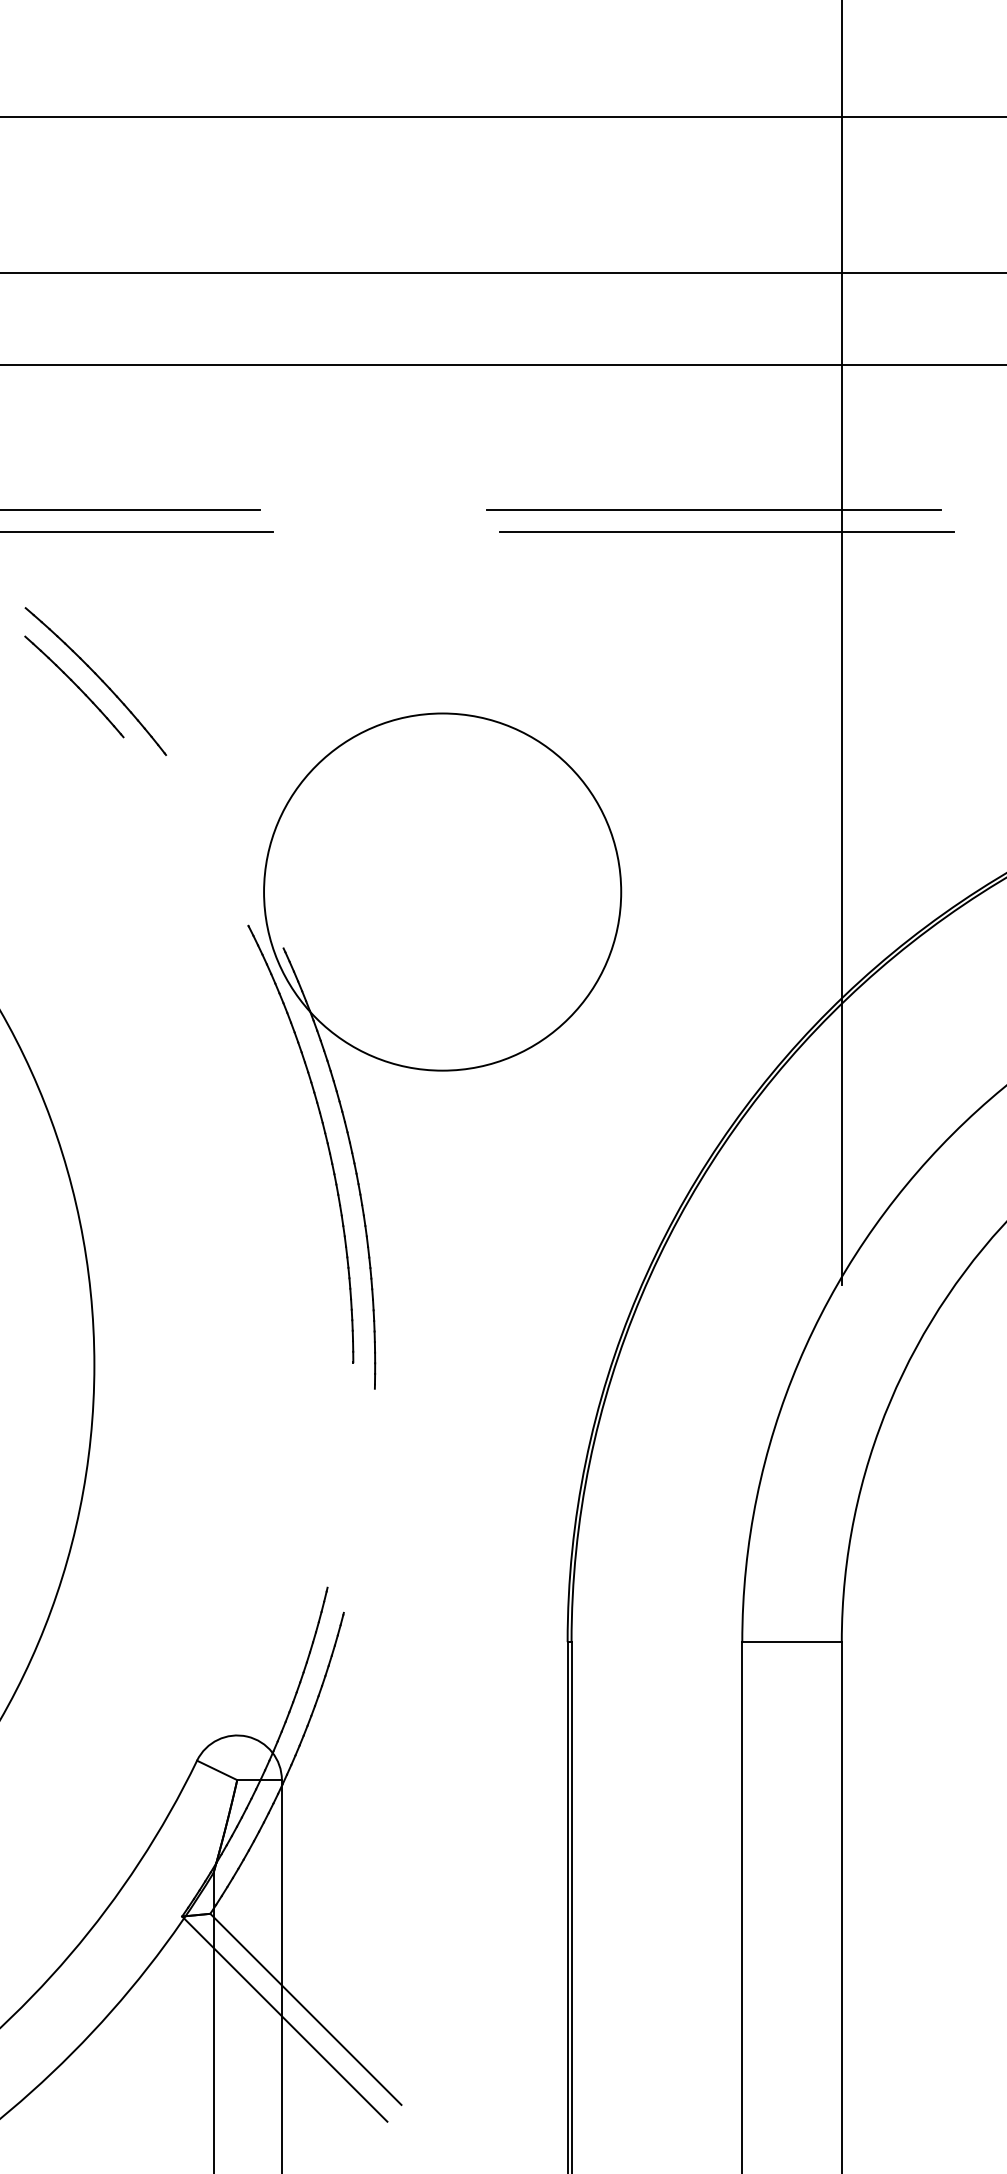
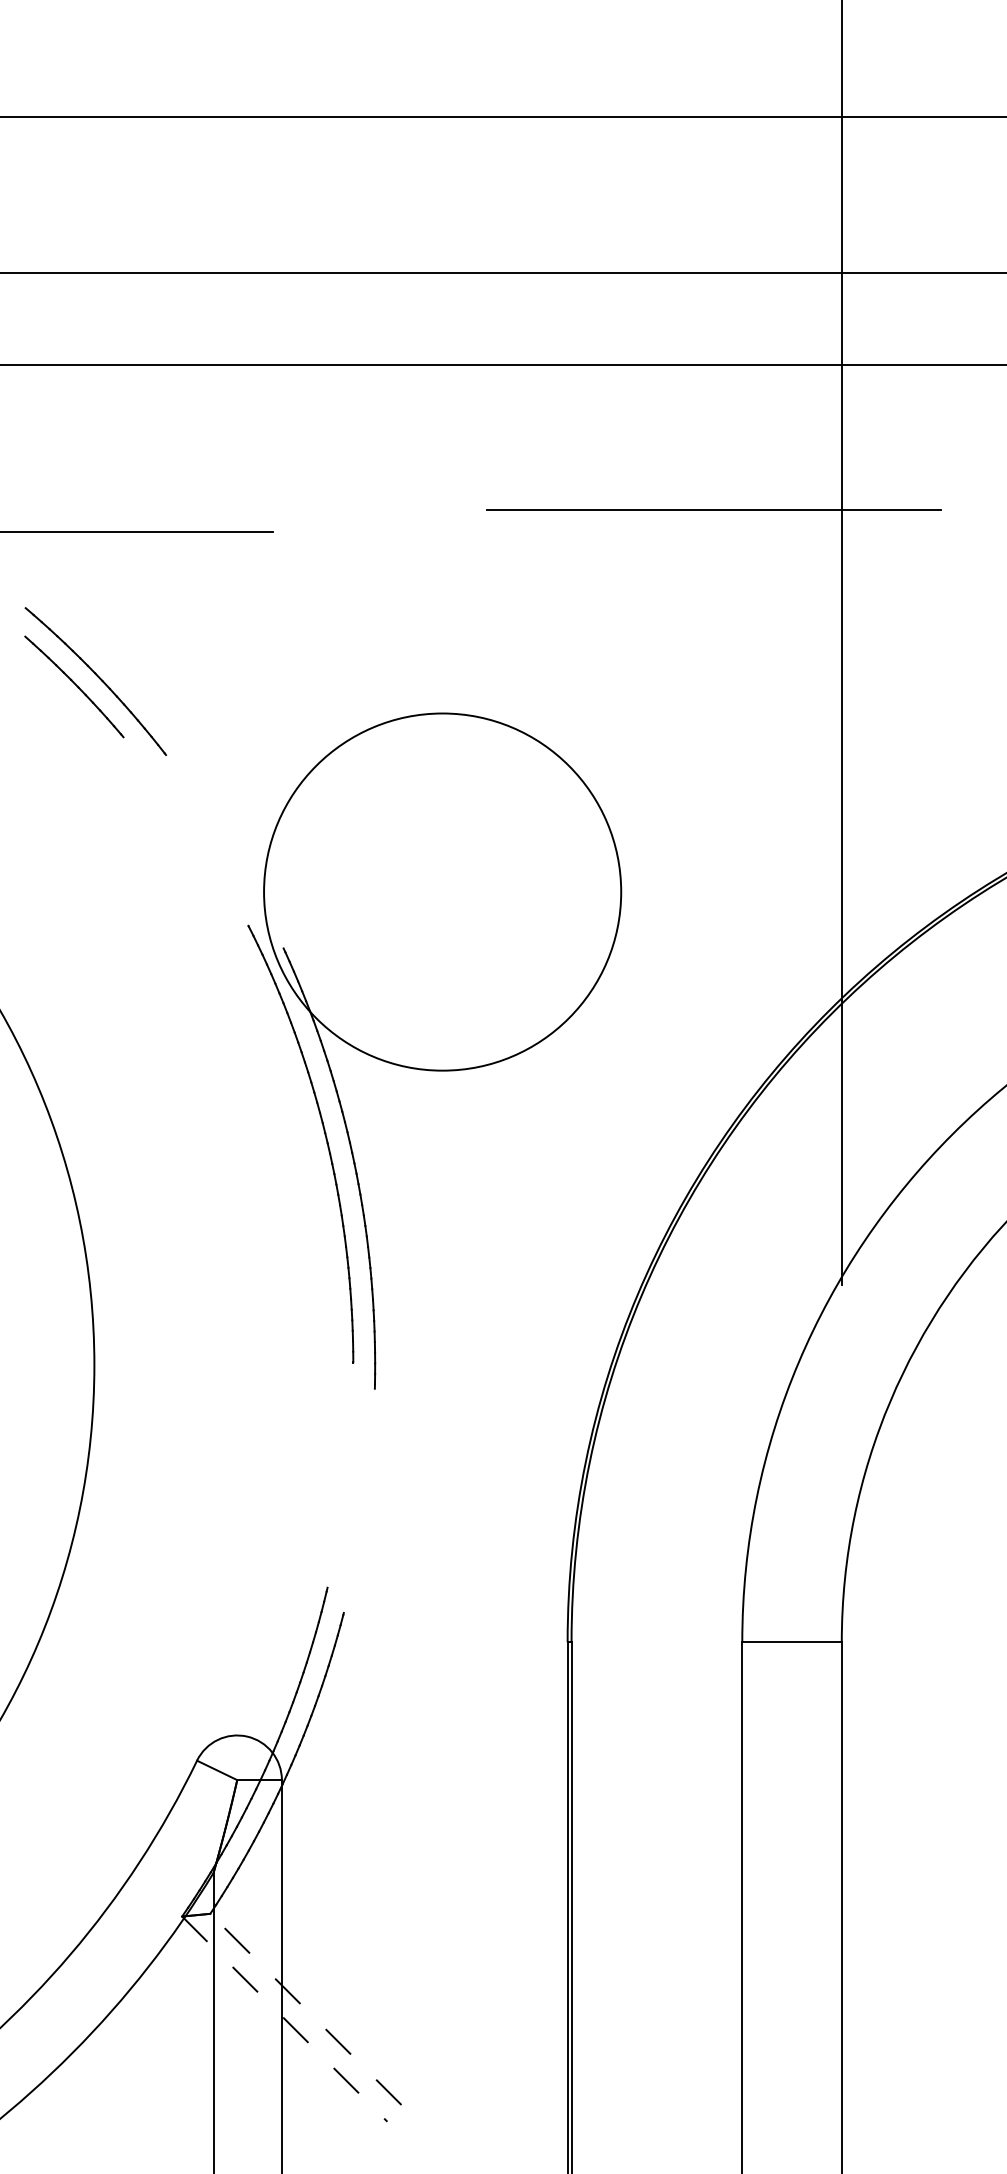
line at (131, 510): present -> none
line at (726, 532): present -> none
line at (305, 2009): solid -> dashed
line at (285, 2019): solid -> dashed
